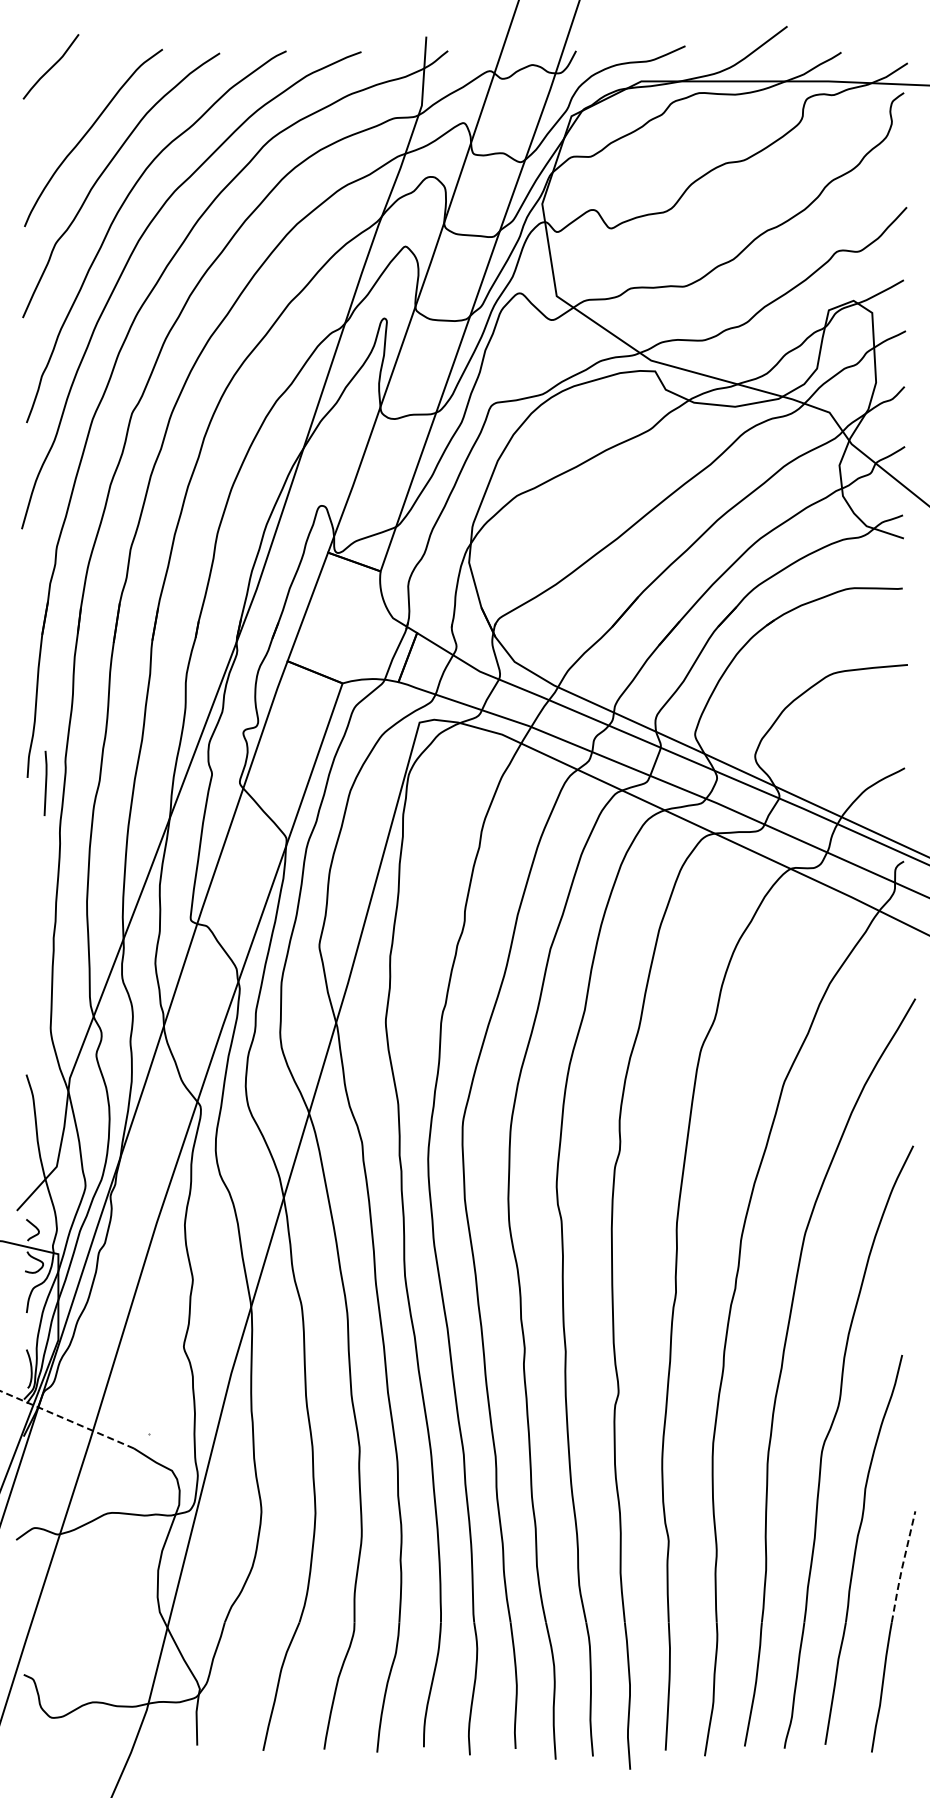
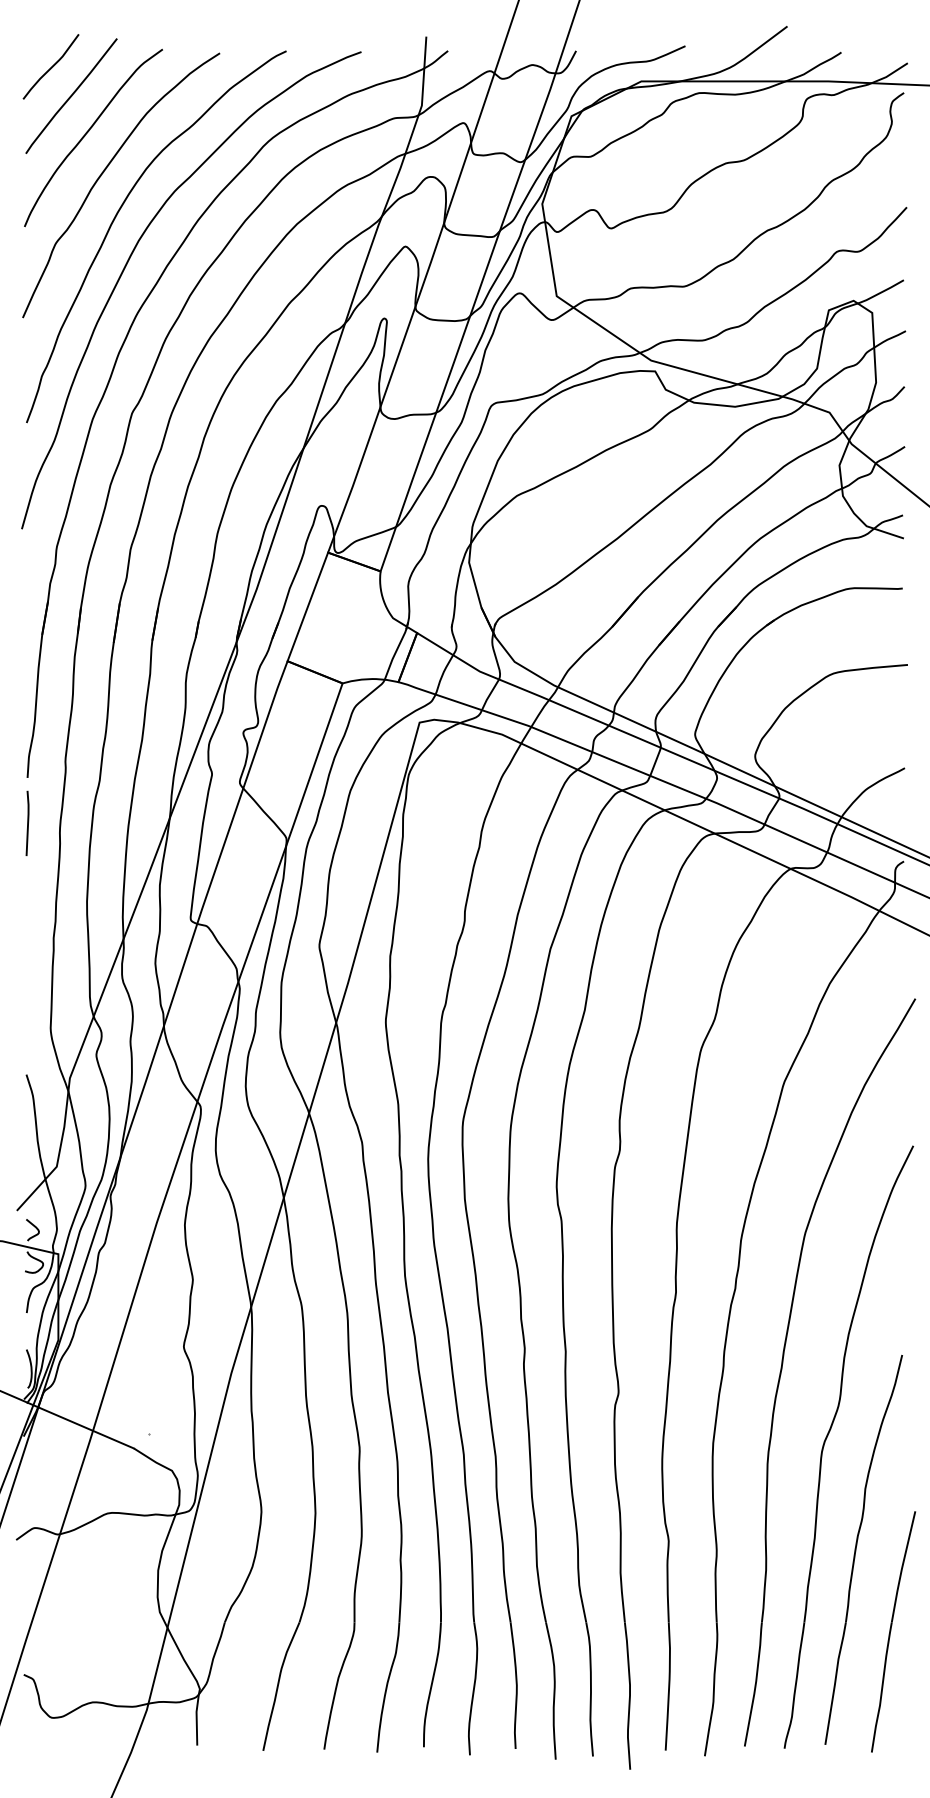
curve at (71, 95): none -> present
line at (45, 782) position: (45, 782) -> (27, 822)
line at (67, 1419): dashed -> solid
line at (902, 1567): dashed -> solid
